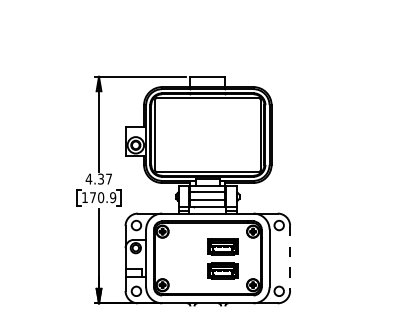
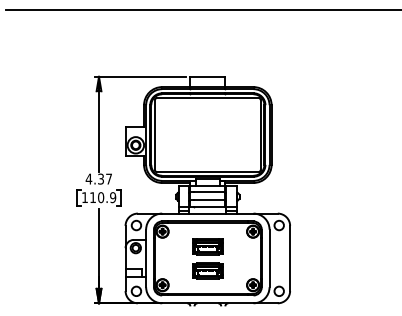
line at (201, 9): none -> present
text at (92, 197): 170.9 -> 110.9
part at (222, 258) position: (222, 258) -> (207, 258)
line at (290, 258): dashed -> solid
